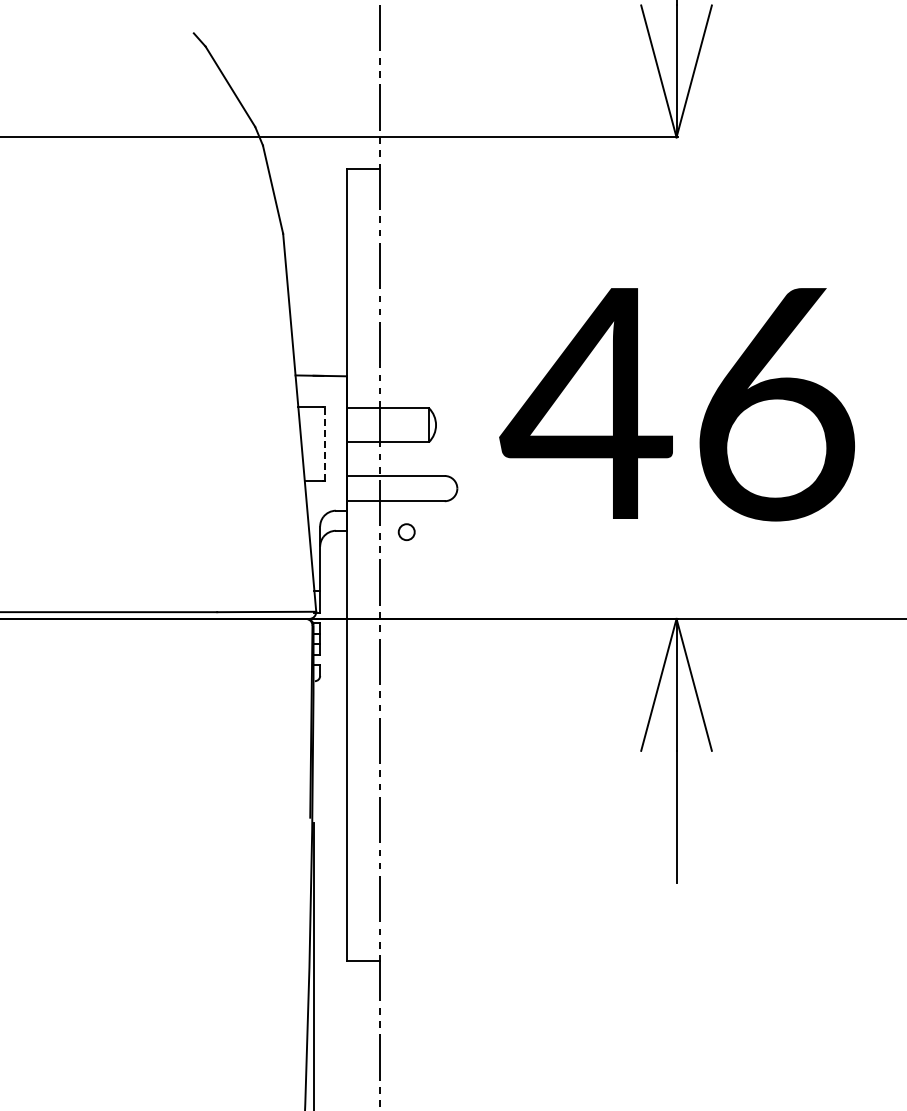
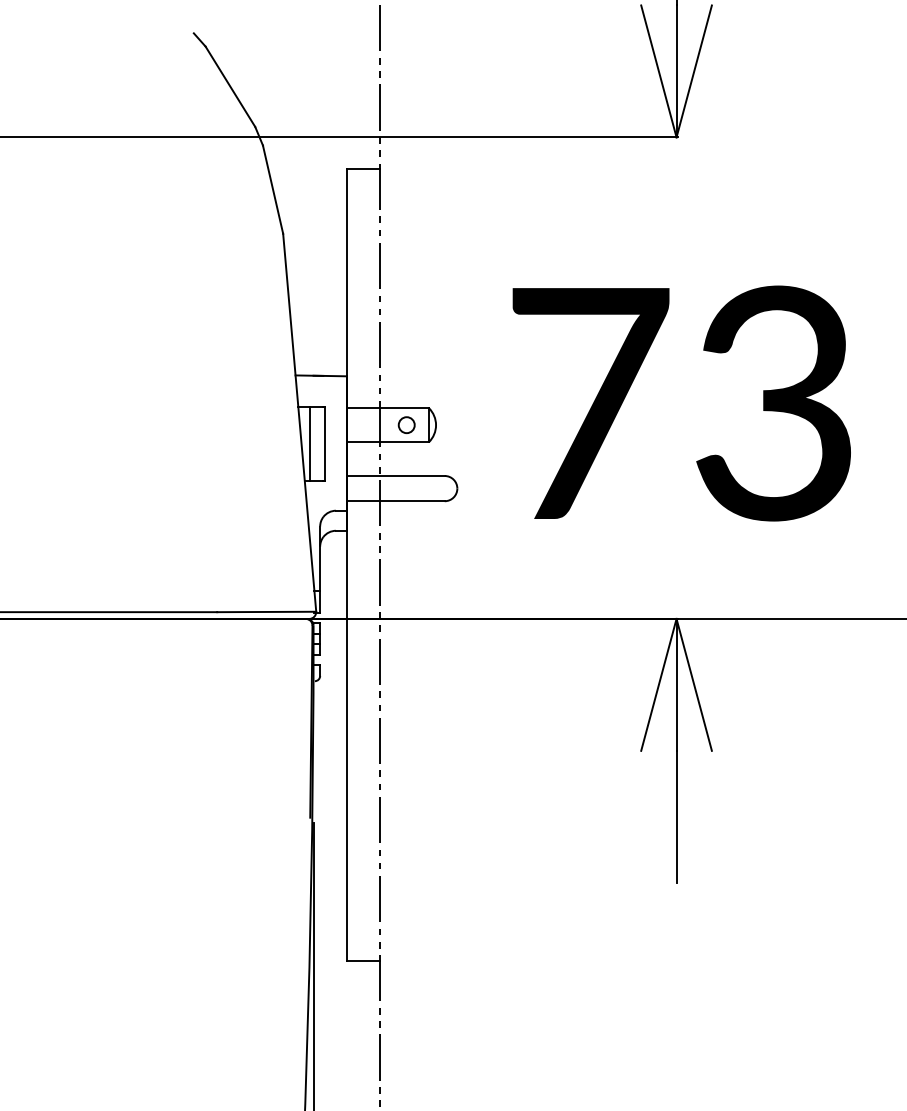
text at (677, 403): 46 -> 73
line at (309, 443): none -> present
line at (325, 443): dashed -> solid
circle at (406, 531) position: (406, 531) -> (406, 424)
